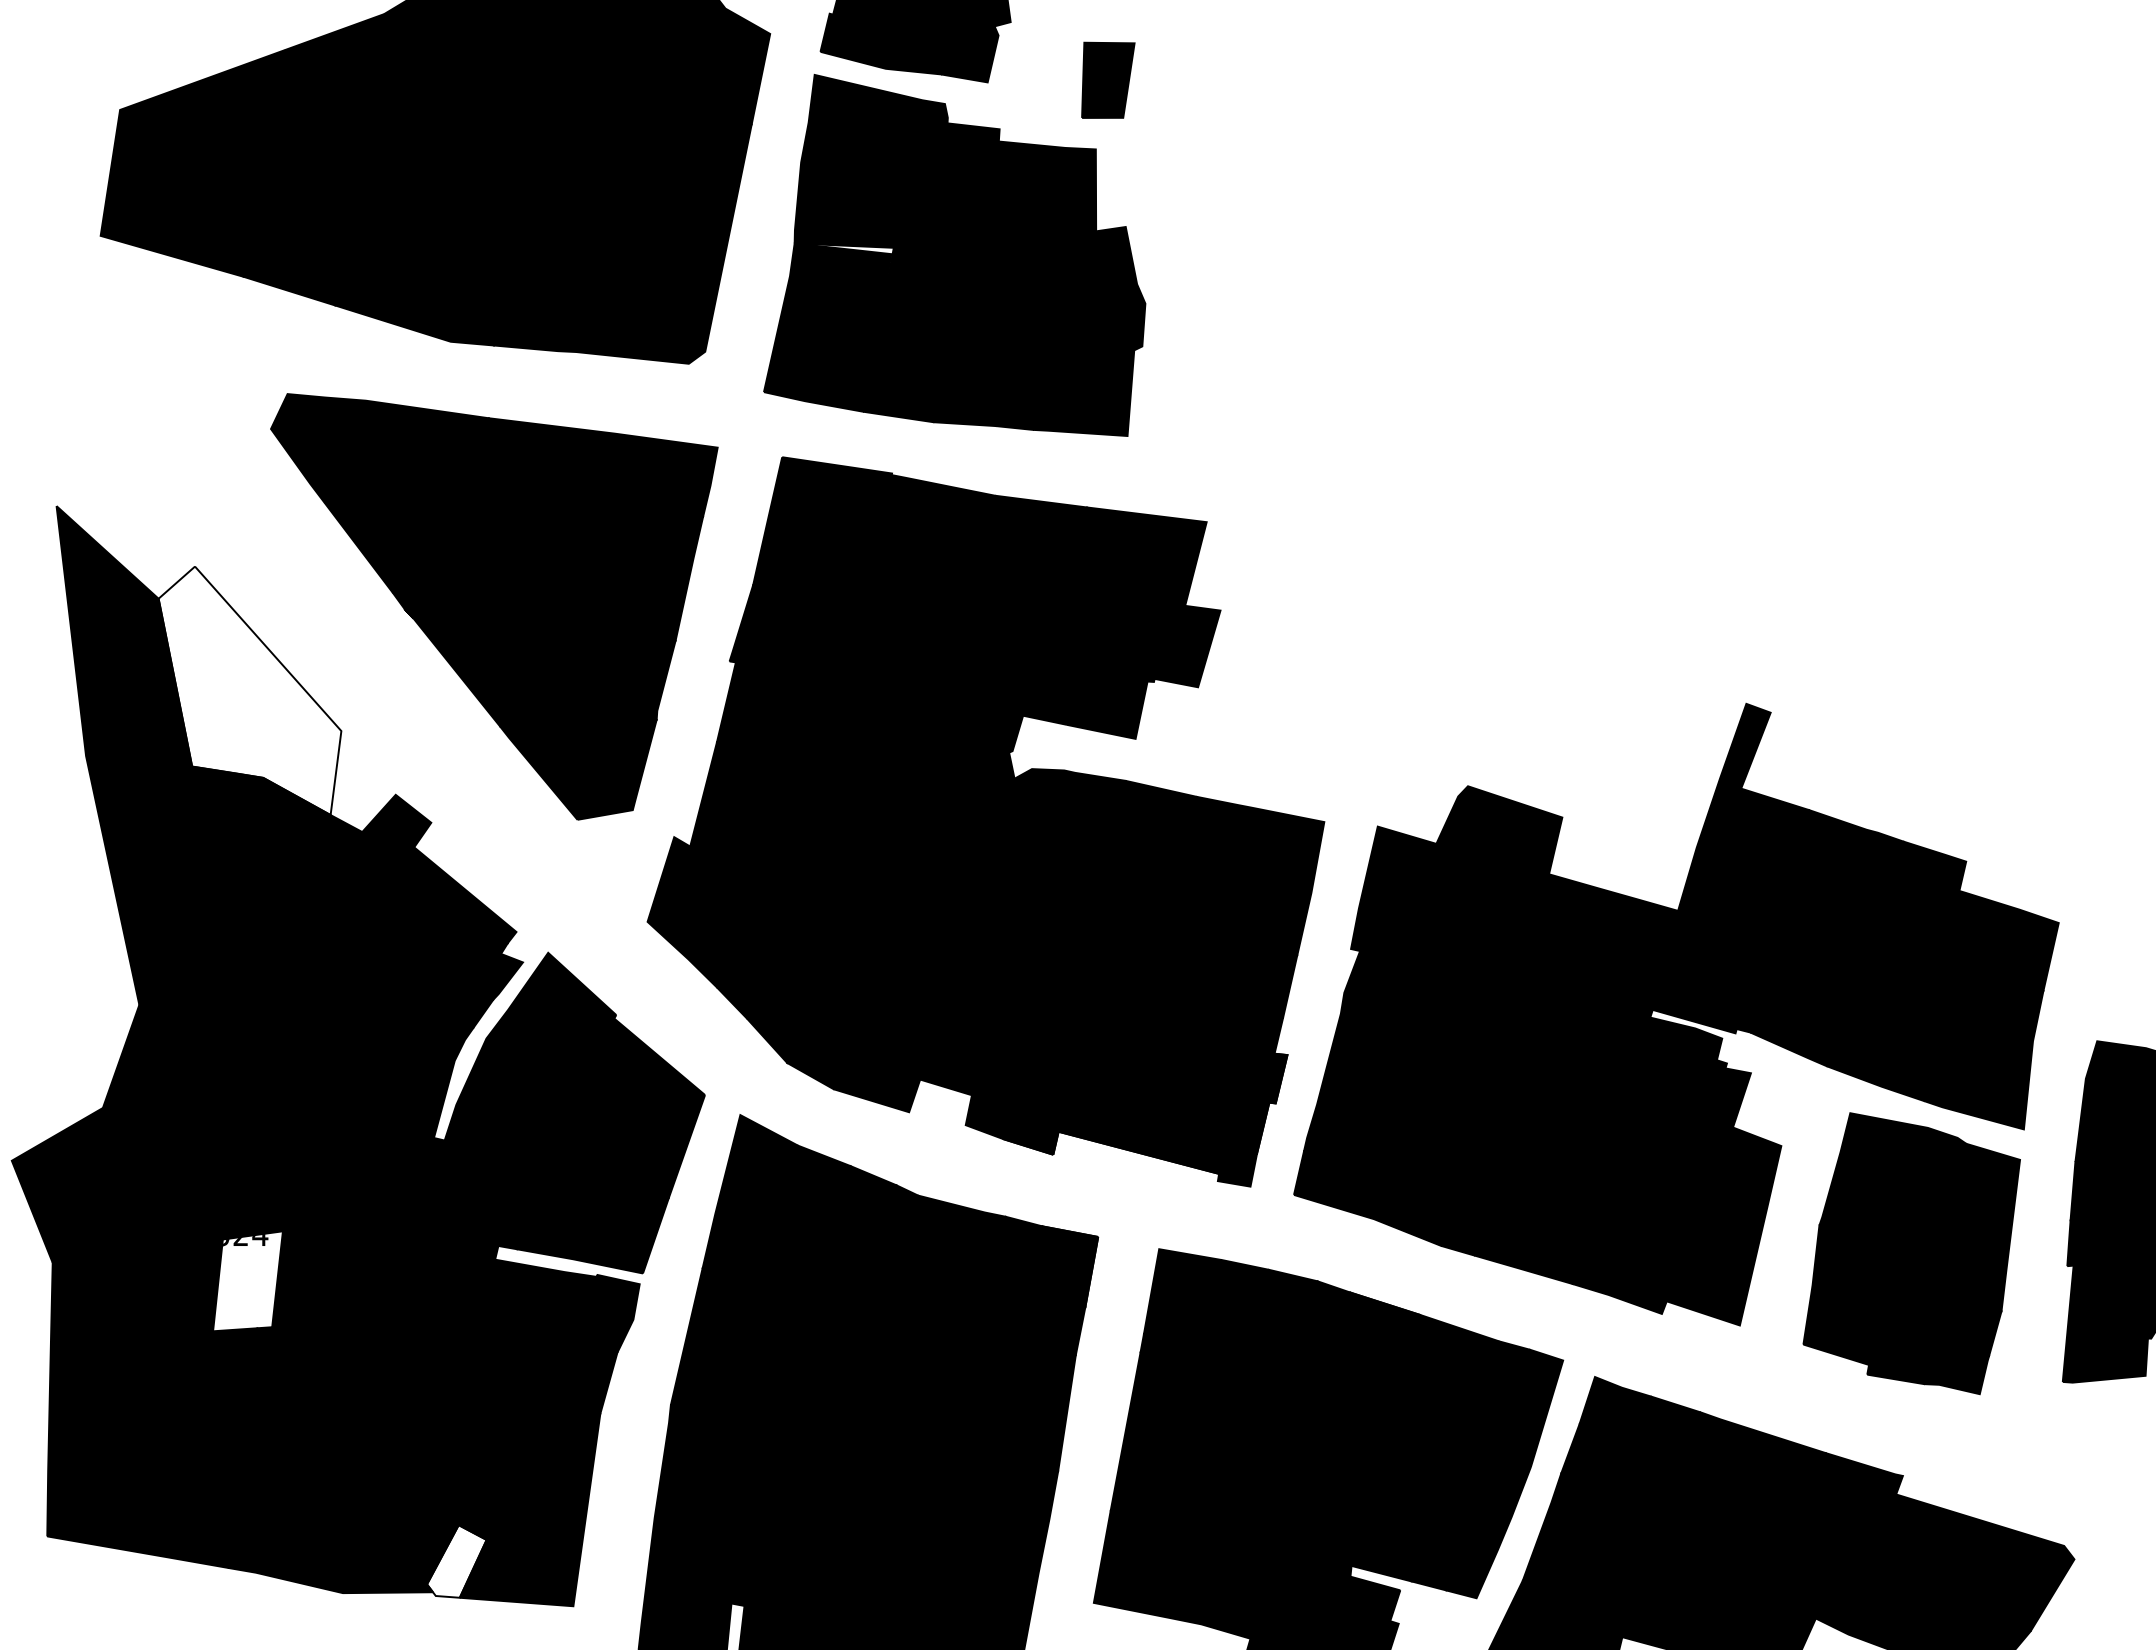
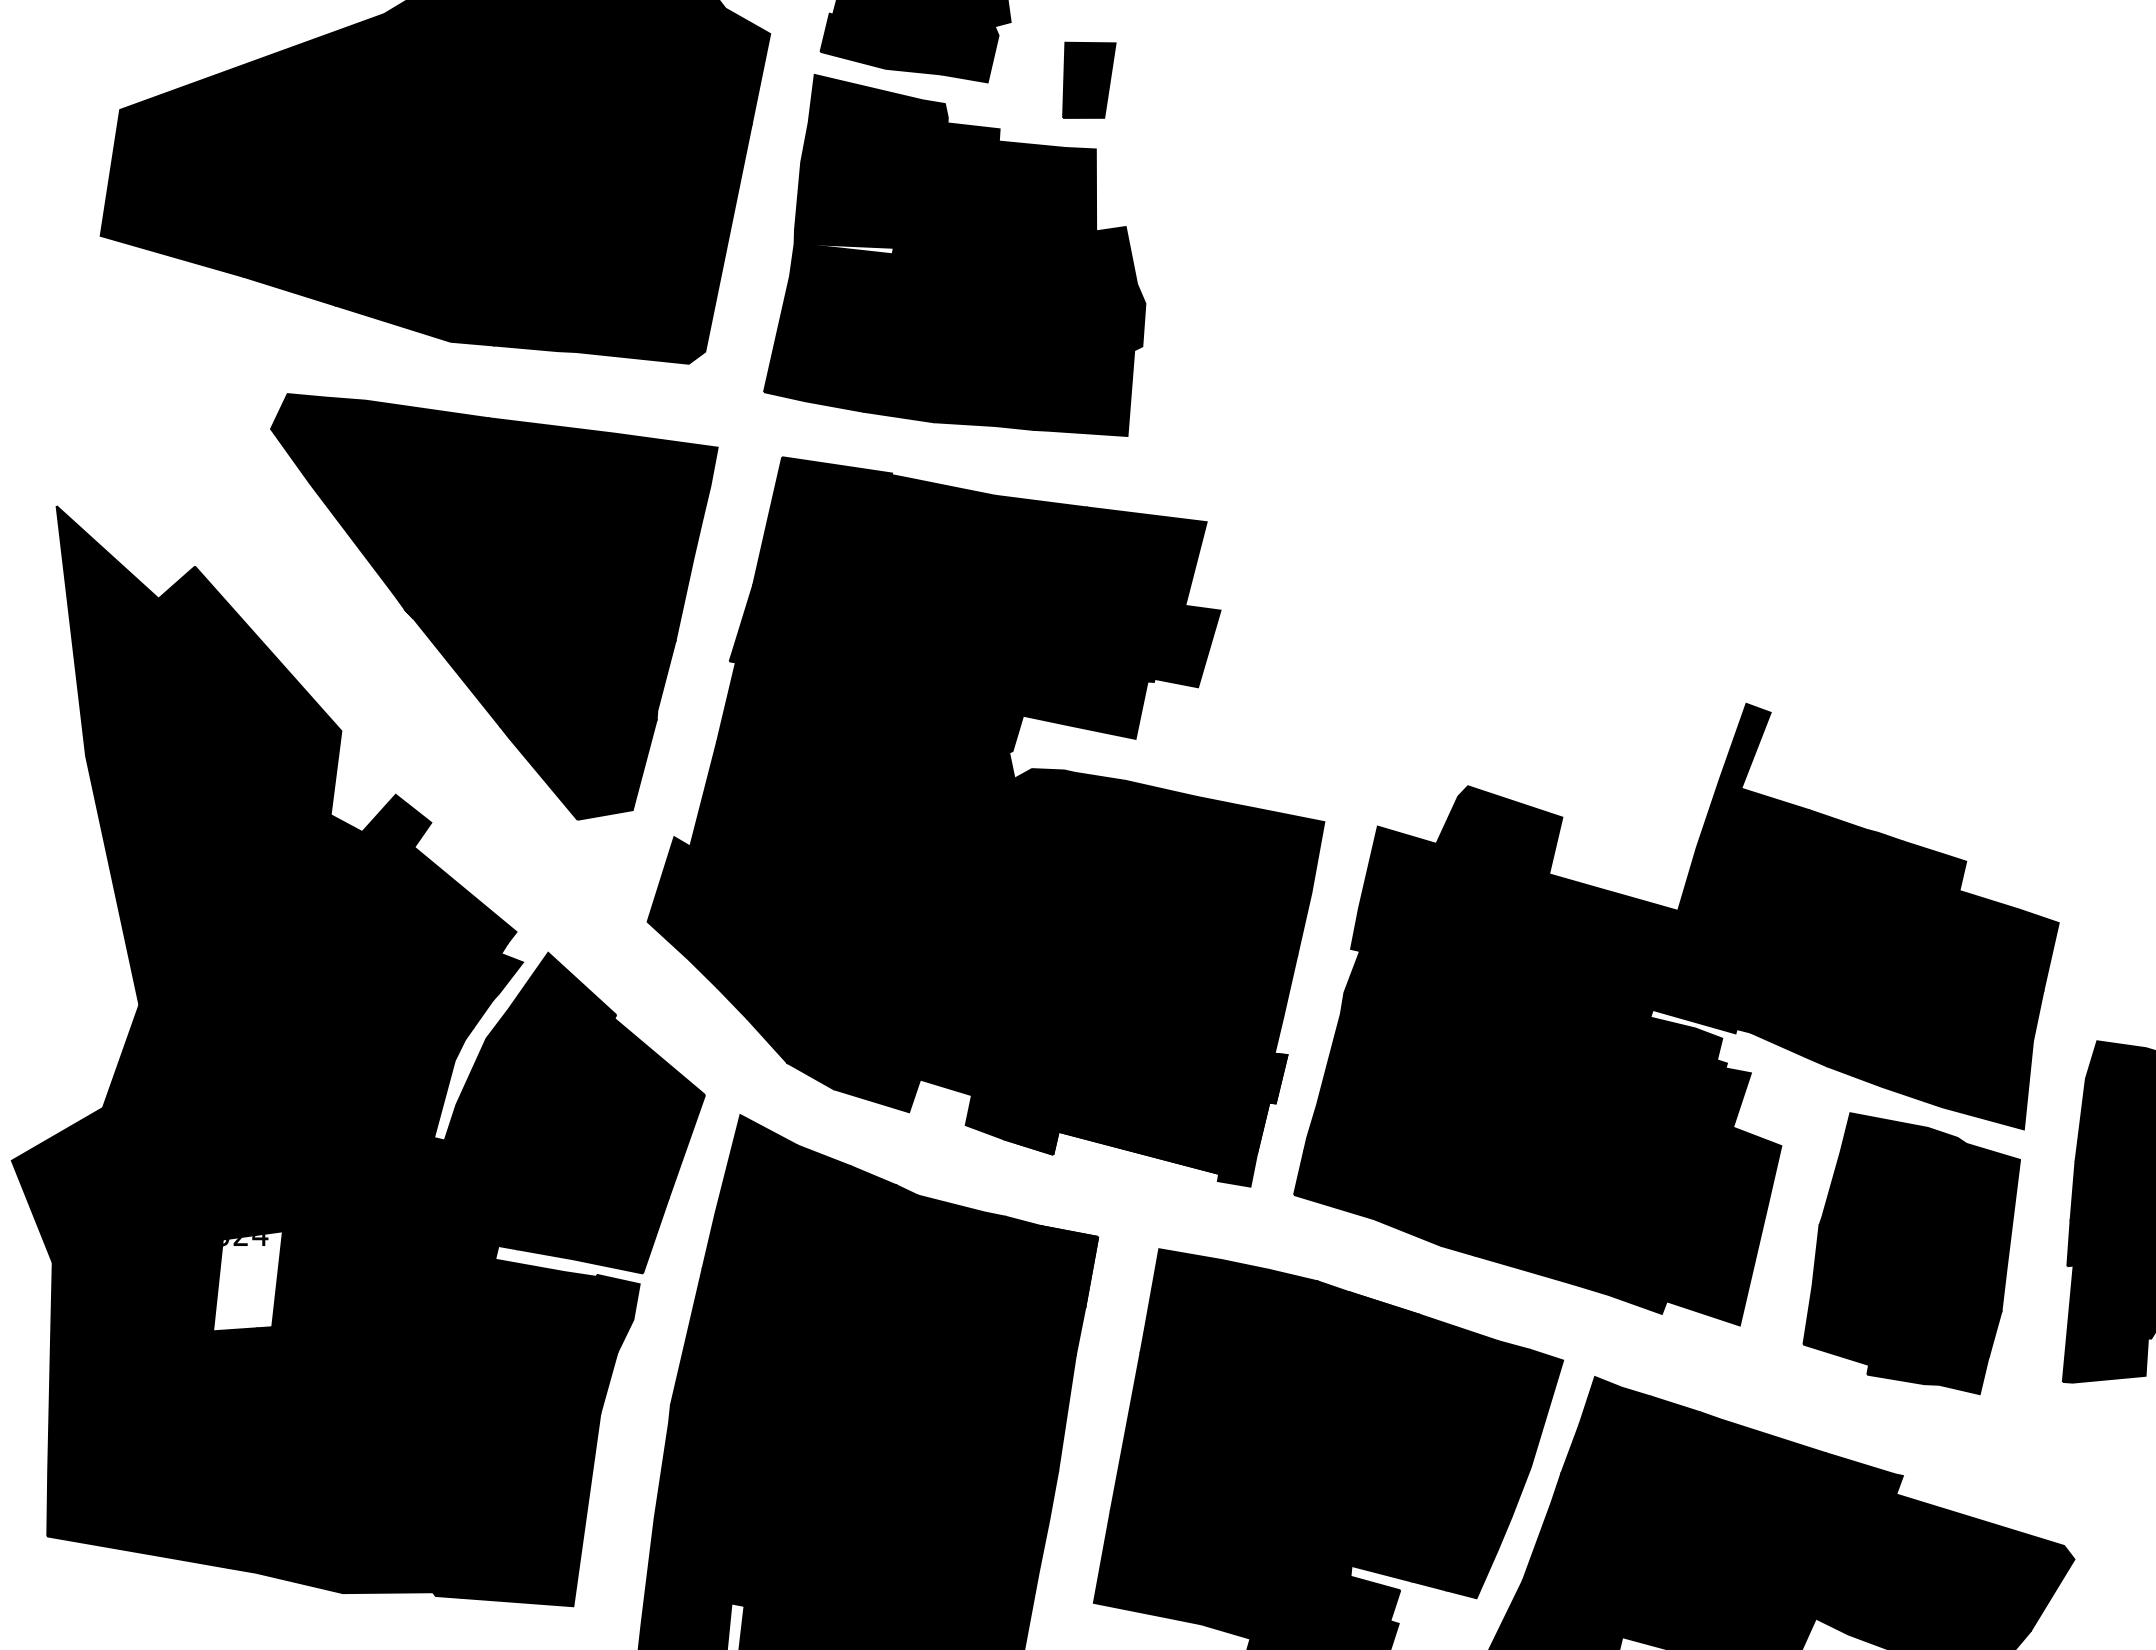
part at (1108, 79) position: (1108, 79) -> (1089, 79)
fill at (249, 690): none -> present
fill at (456, 1561): none -> present
